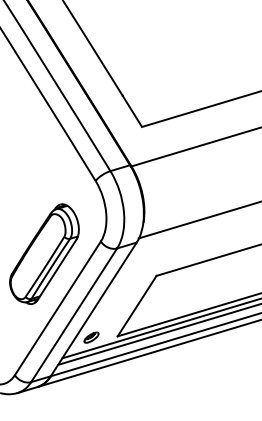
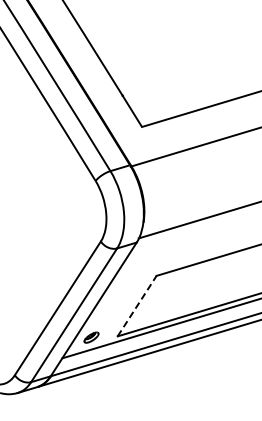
part at (44, 253): present -> none
line at (137, 306): solid -> dashed
line at (158, 334): present -> none
